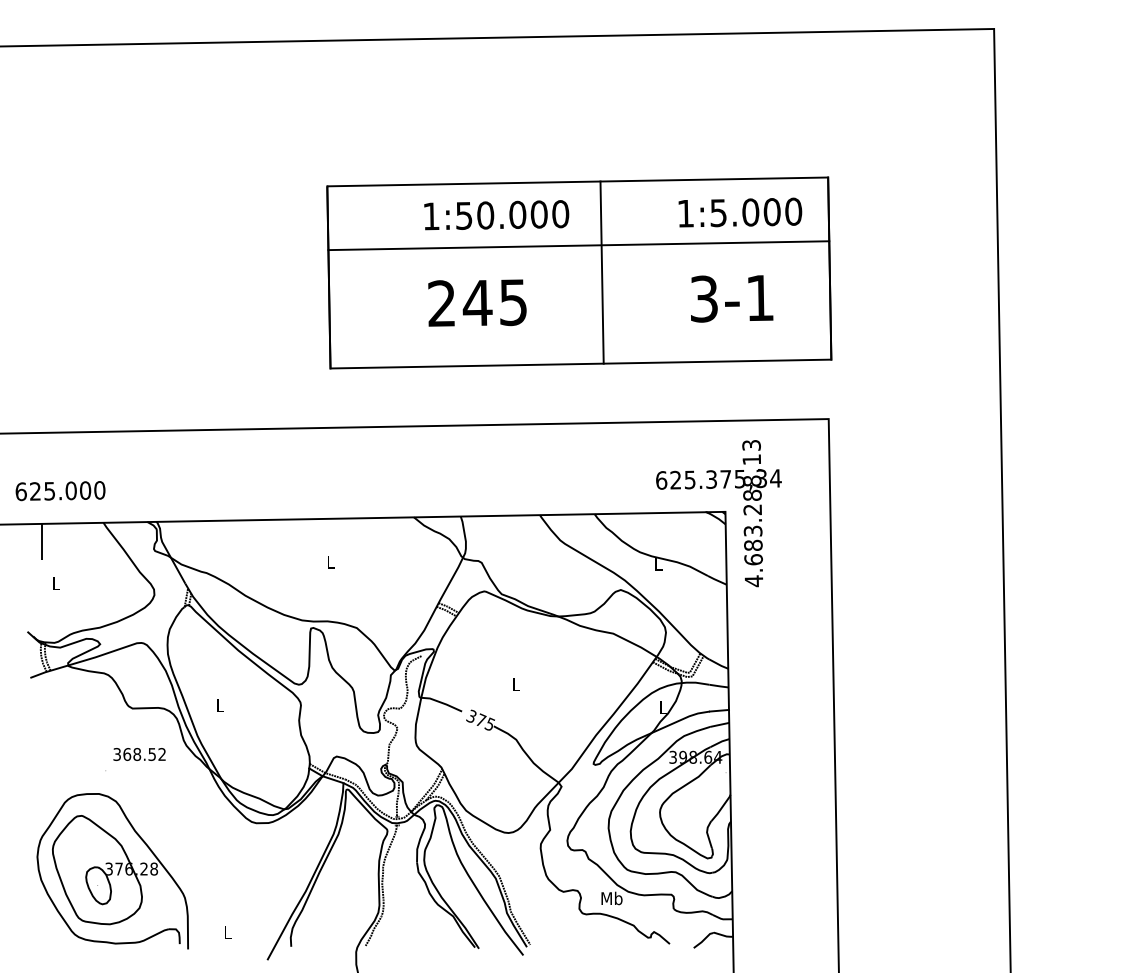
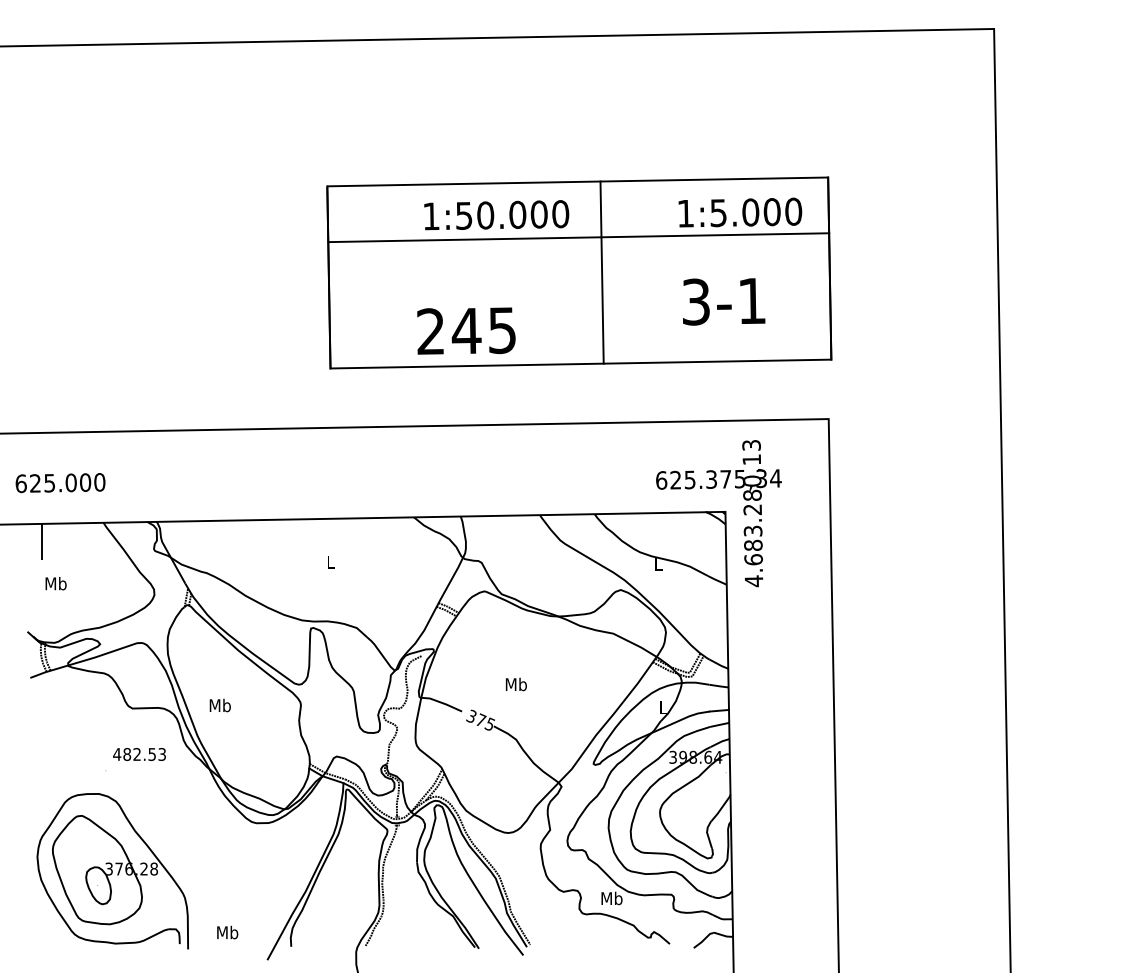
line at (578, 245) position: (578, 245) -> (578, 237)
text at (732, 298) position: (732, 298) -> (724, 301)
text at (477, 302) position: (477, 302) -> (466, 330)
text at (752, 480): 4.683.288,13 -> 4.683.280,13
text at (60, 491) position: (60, 491) -> (60, 483)
text at (55, 583): L -> Mb
text at (515, 684): L -> Mb
text at (219, 705): L -> Mb
text at (139, 754): 368.52 -> 482.53
text at (227, 932): L -> Mb
